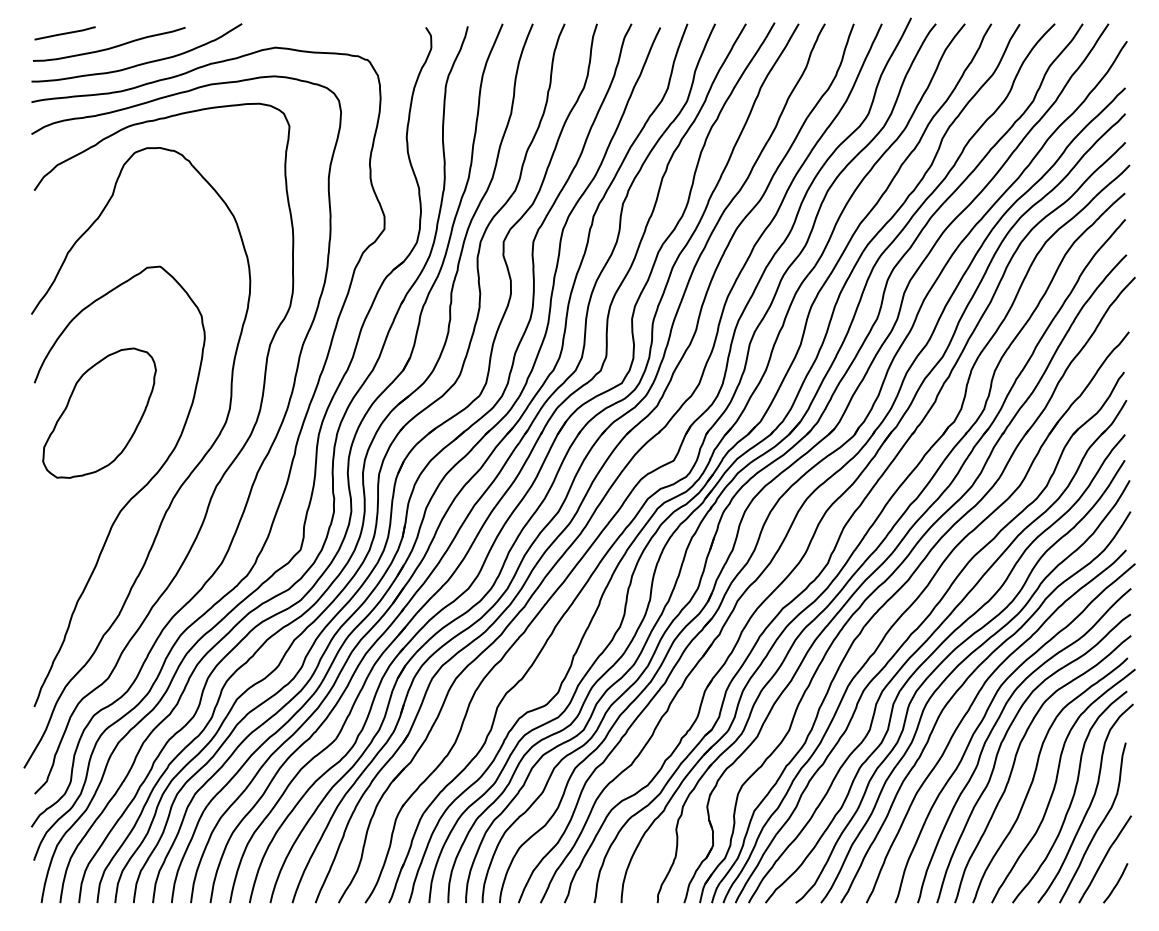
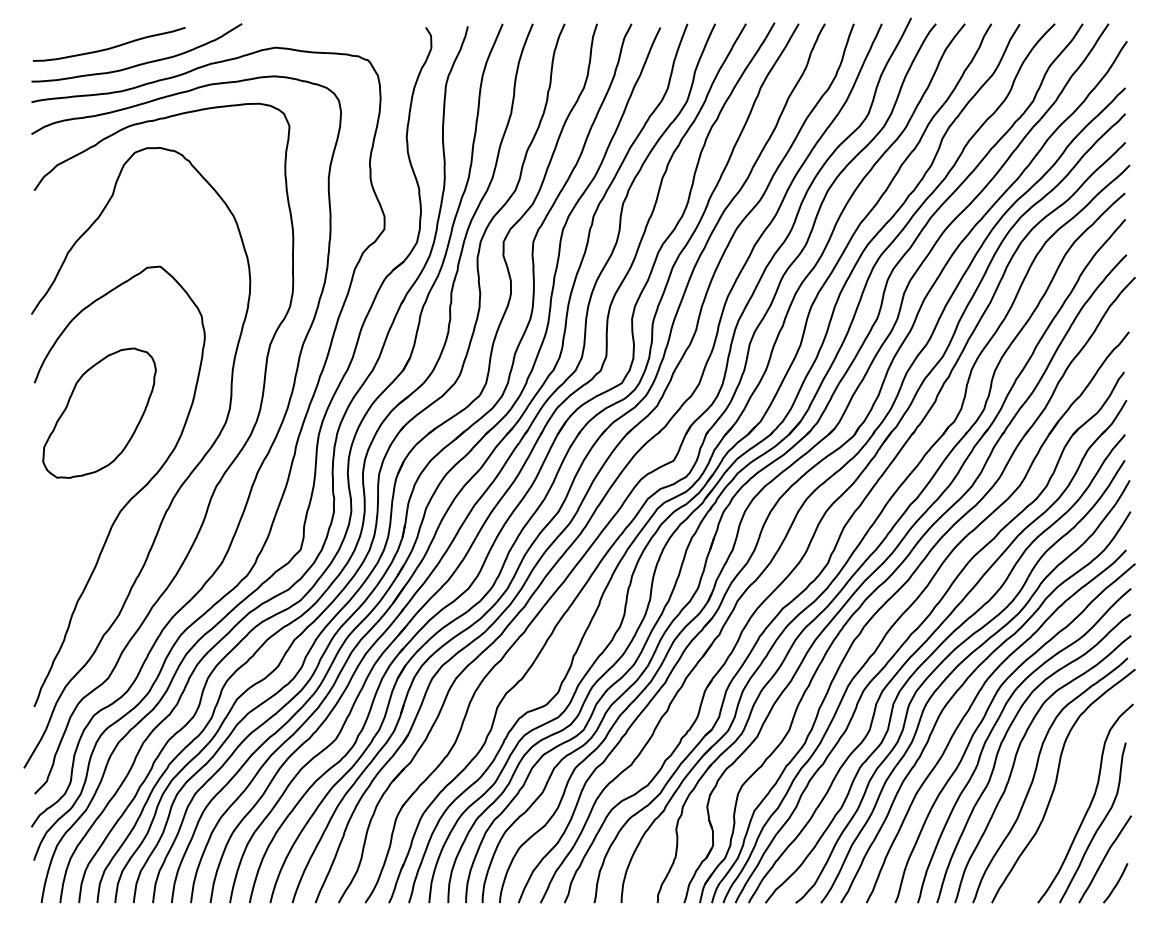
line at (64, 33): present -> none
curve at (1071, 798): present -> none
